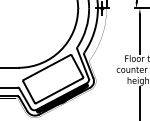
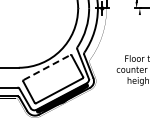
line at (139, 34): present -> none
line at (47, 67): solid -> dashed
line at (139, 101): present -> none
